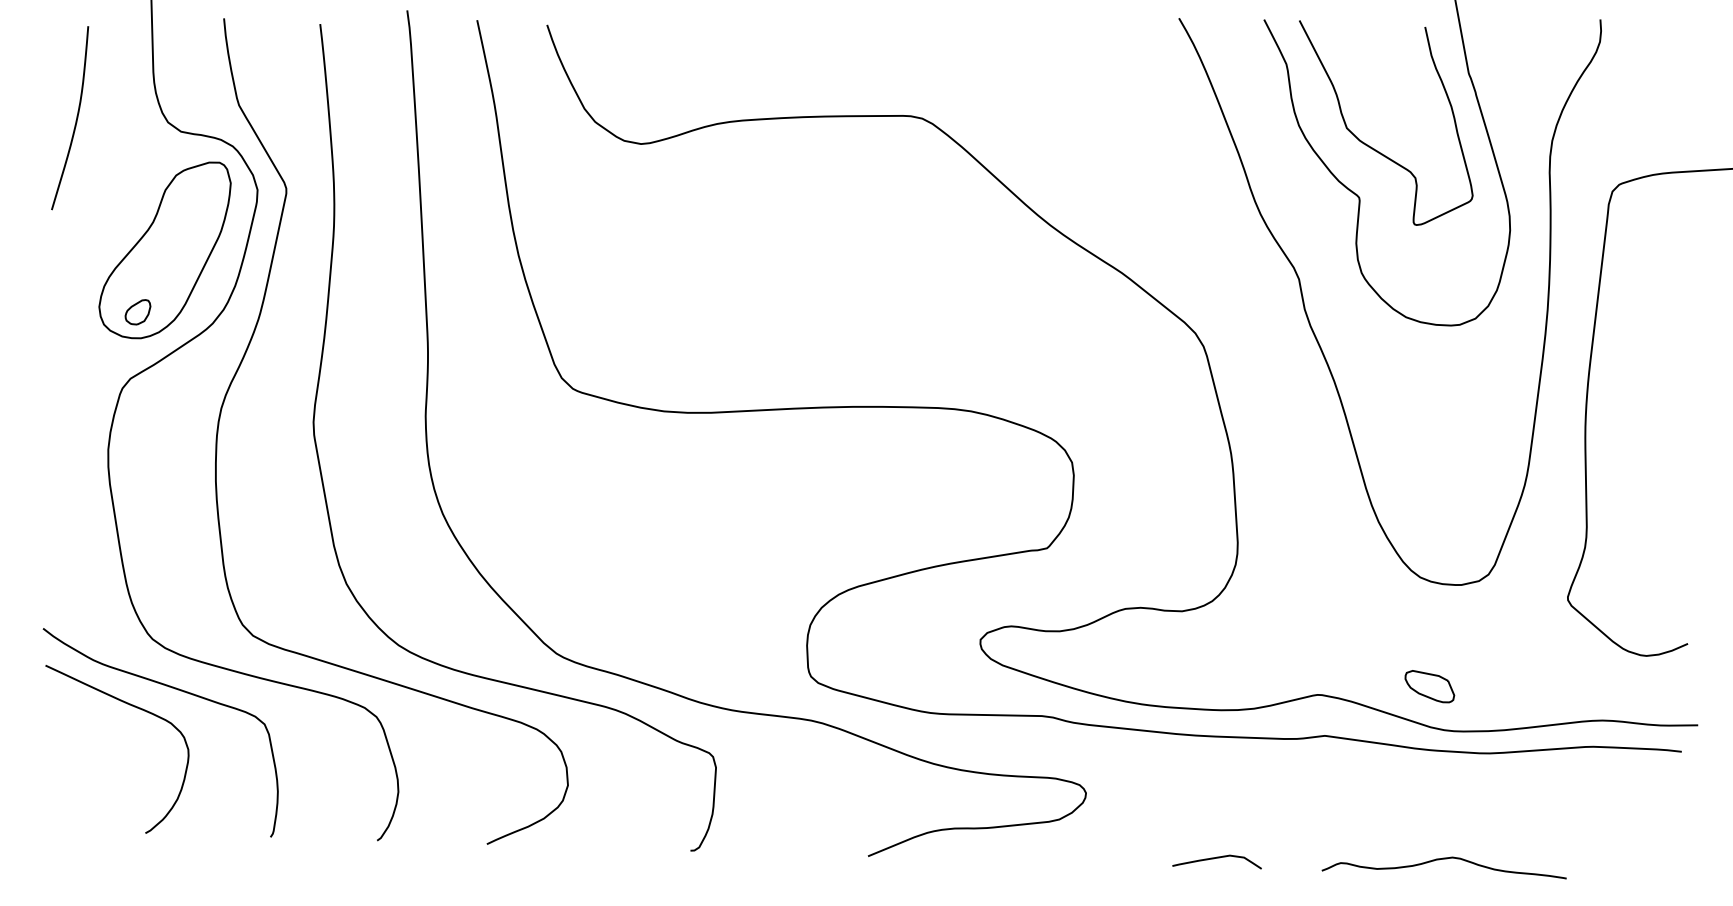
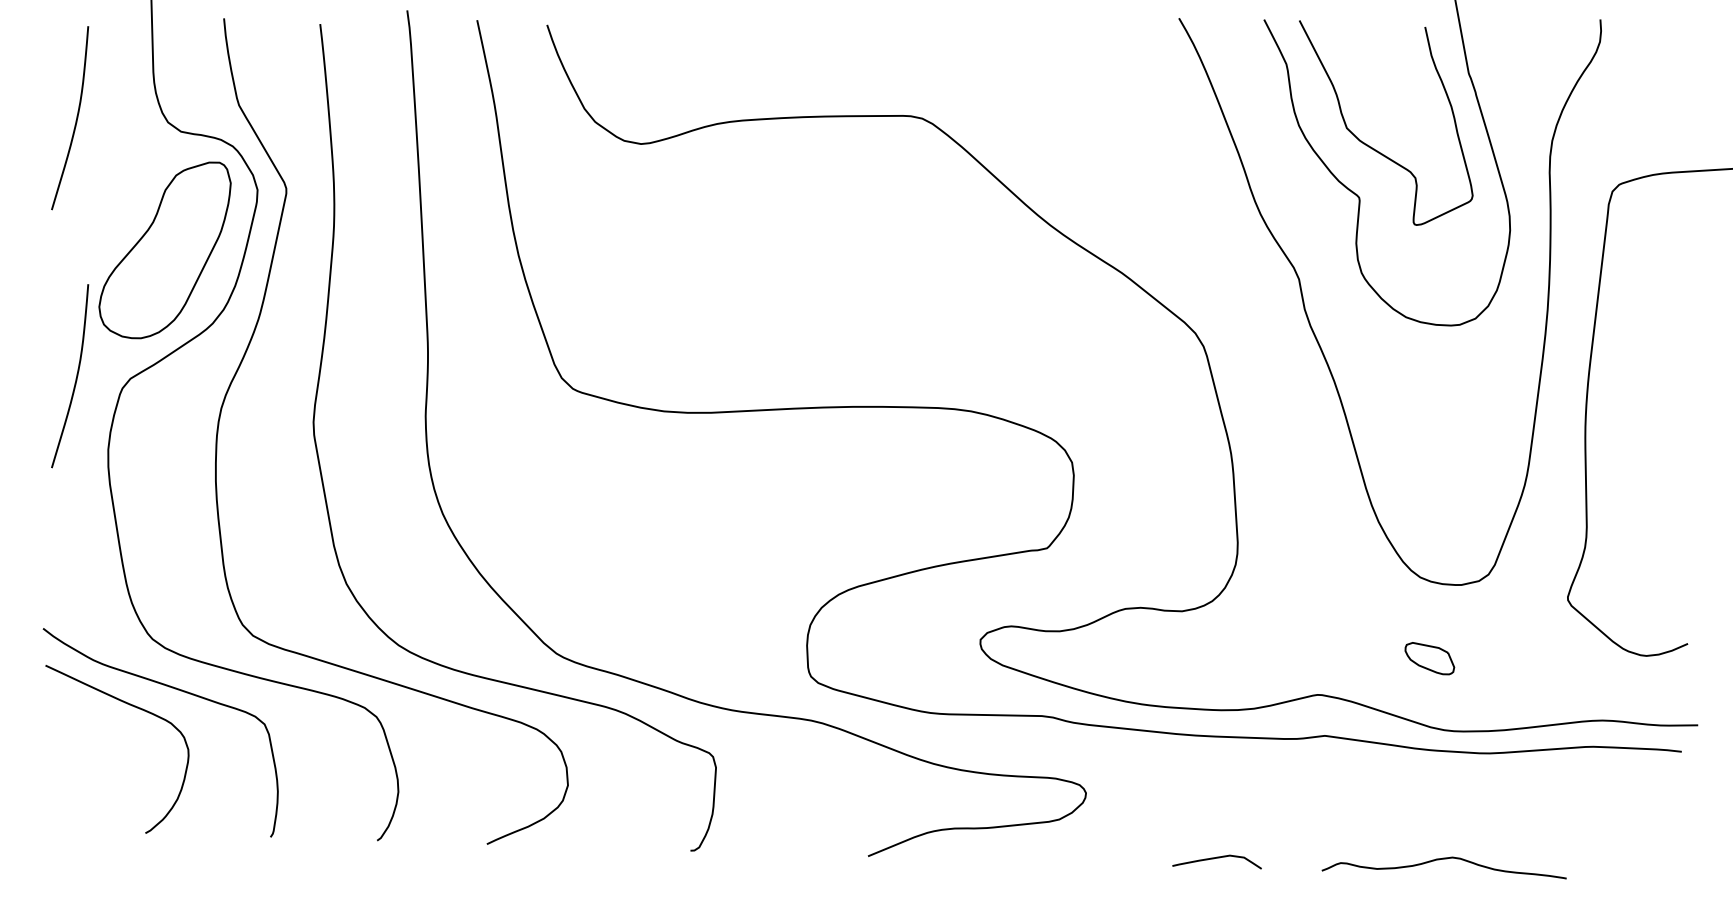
part at (137, 312): present -> none
curve at (75, 378): none -> present
part at (1429, 686) position: (1429, 686) -> (1429, 658)
